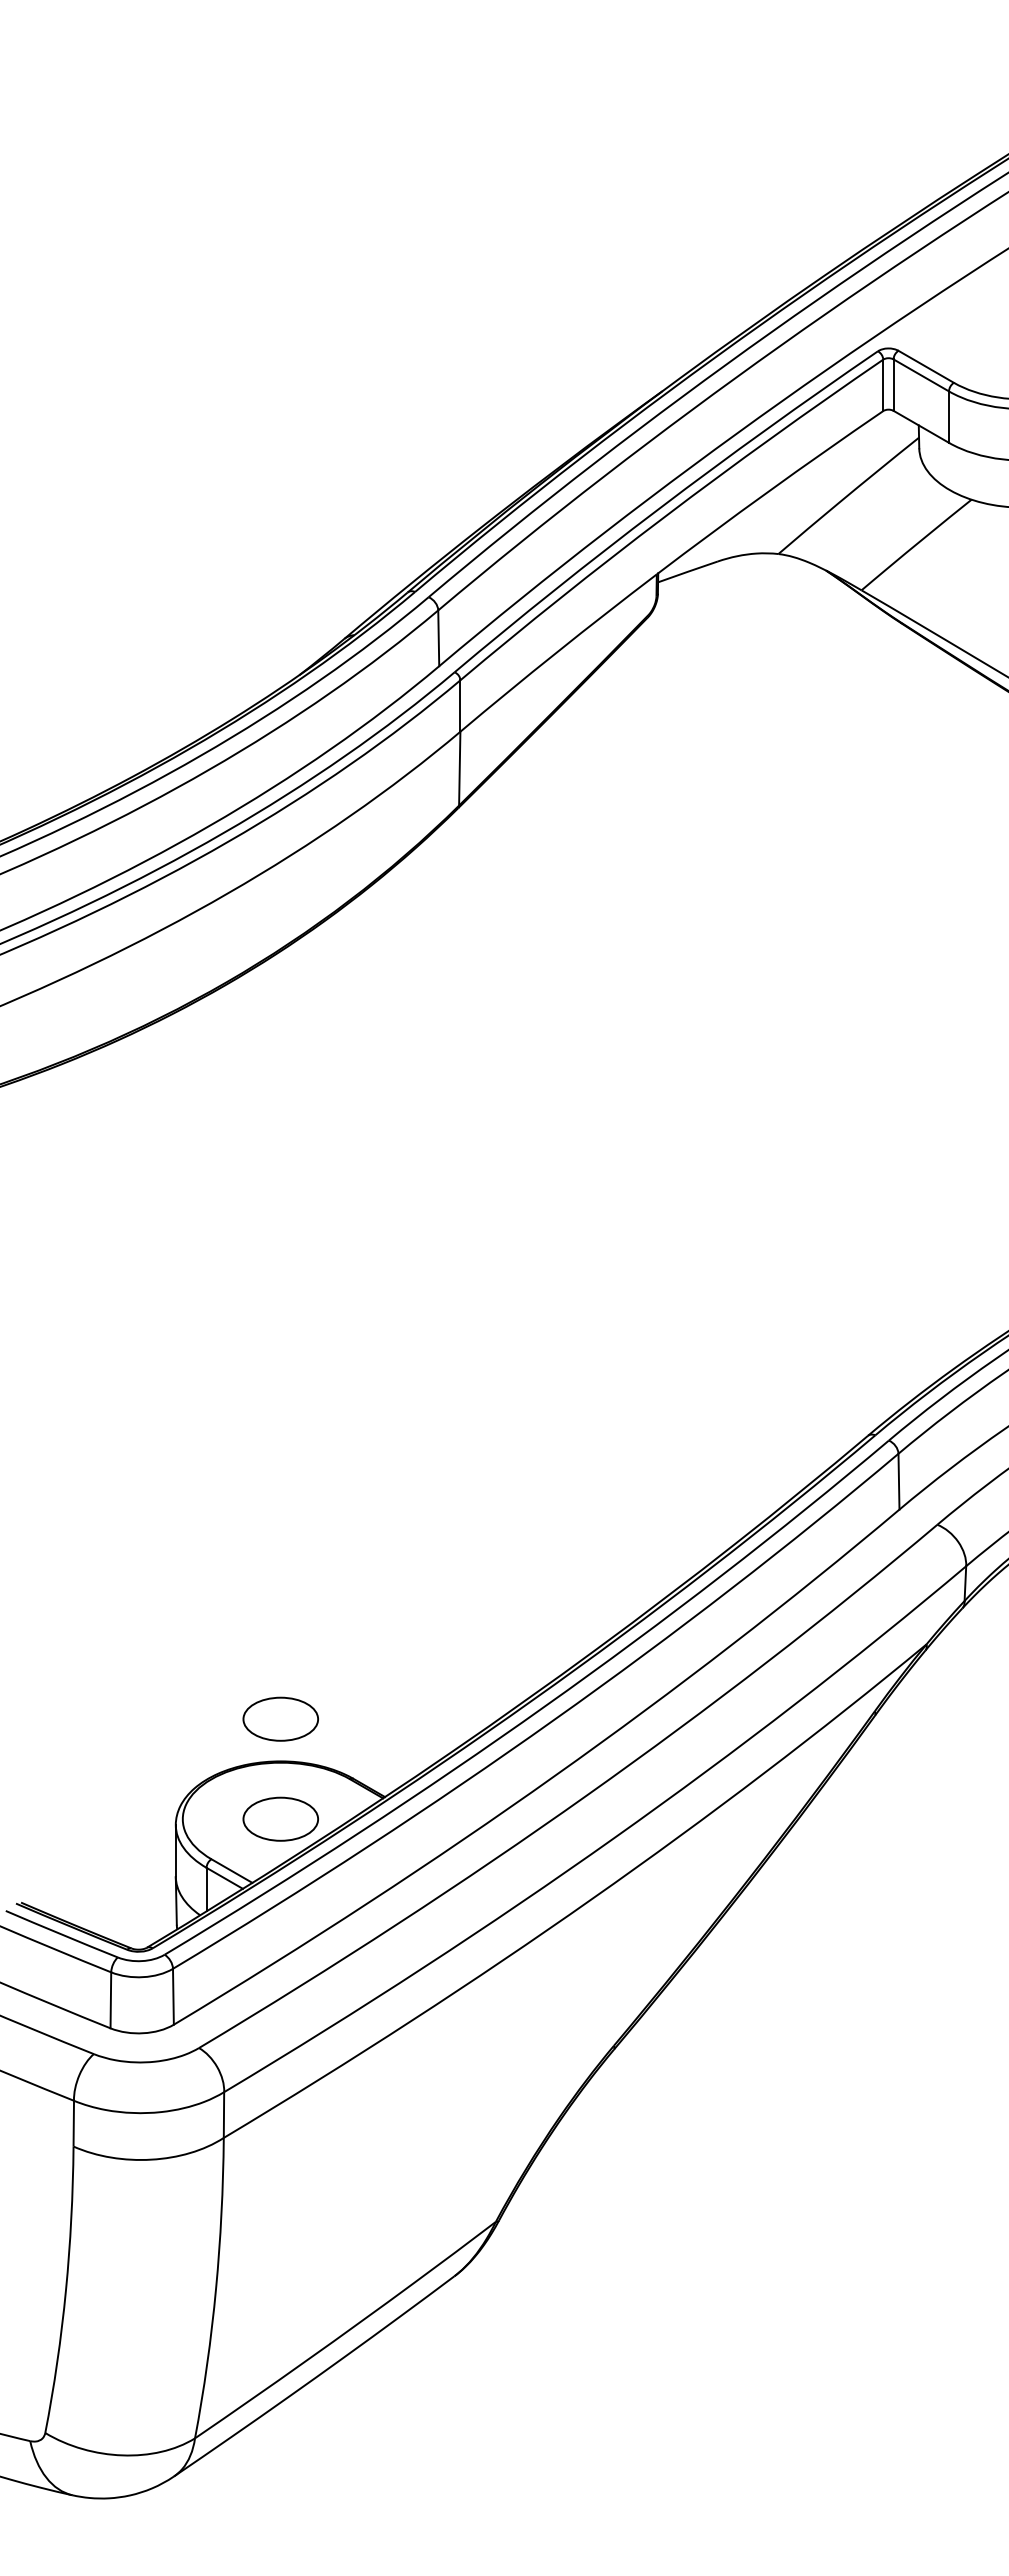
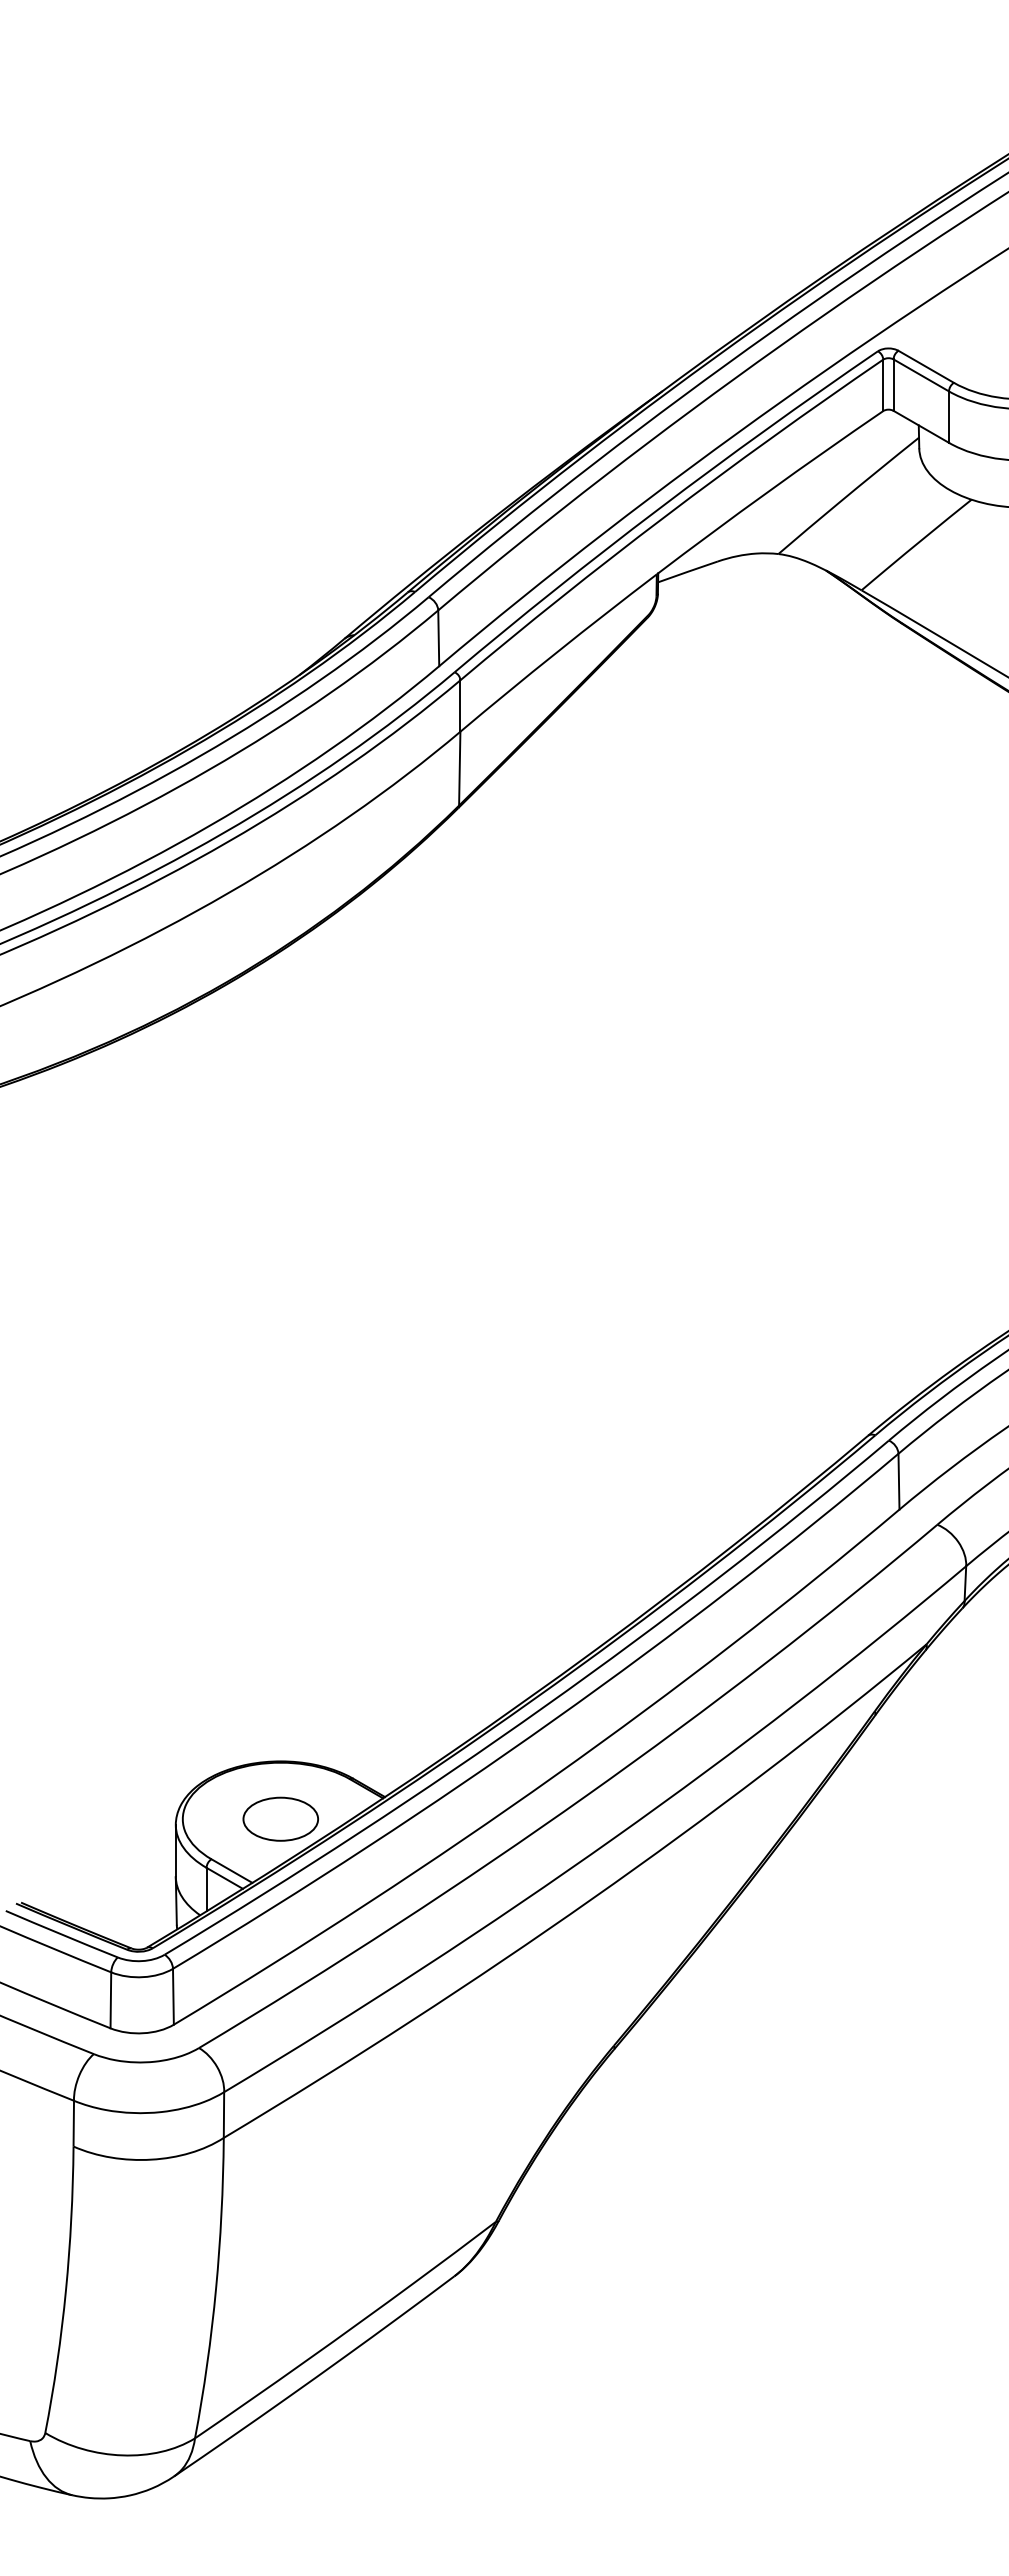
part at (280, 1718): present -> none
